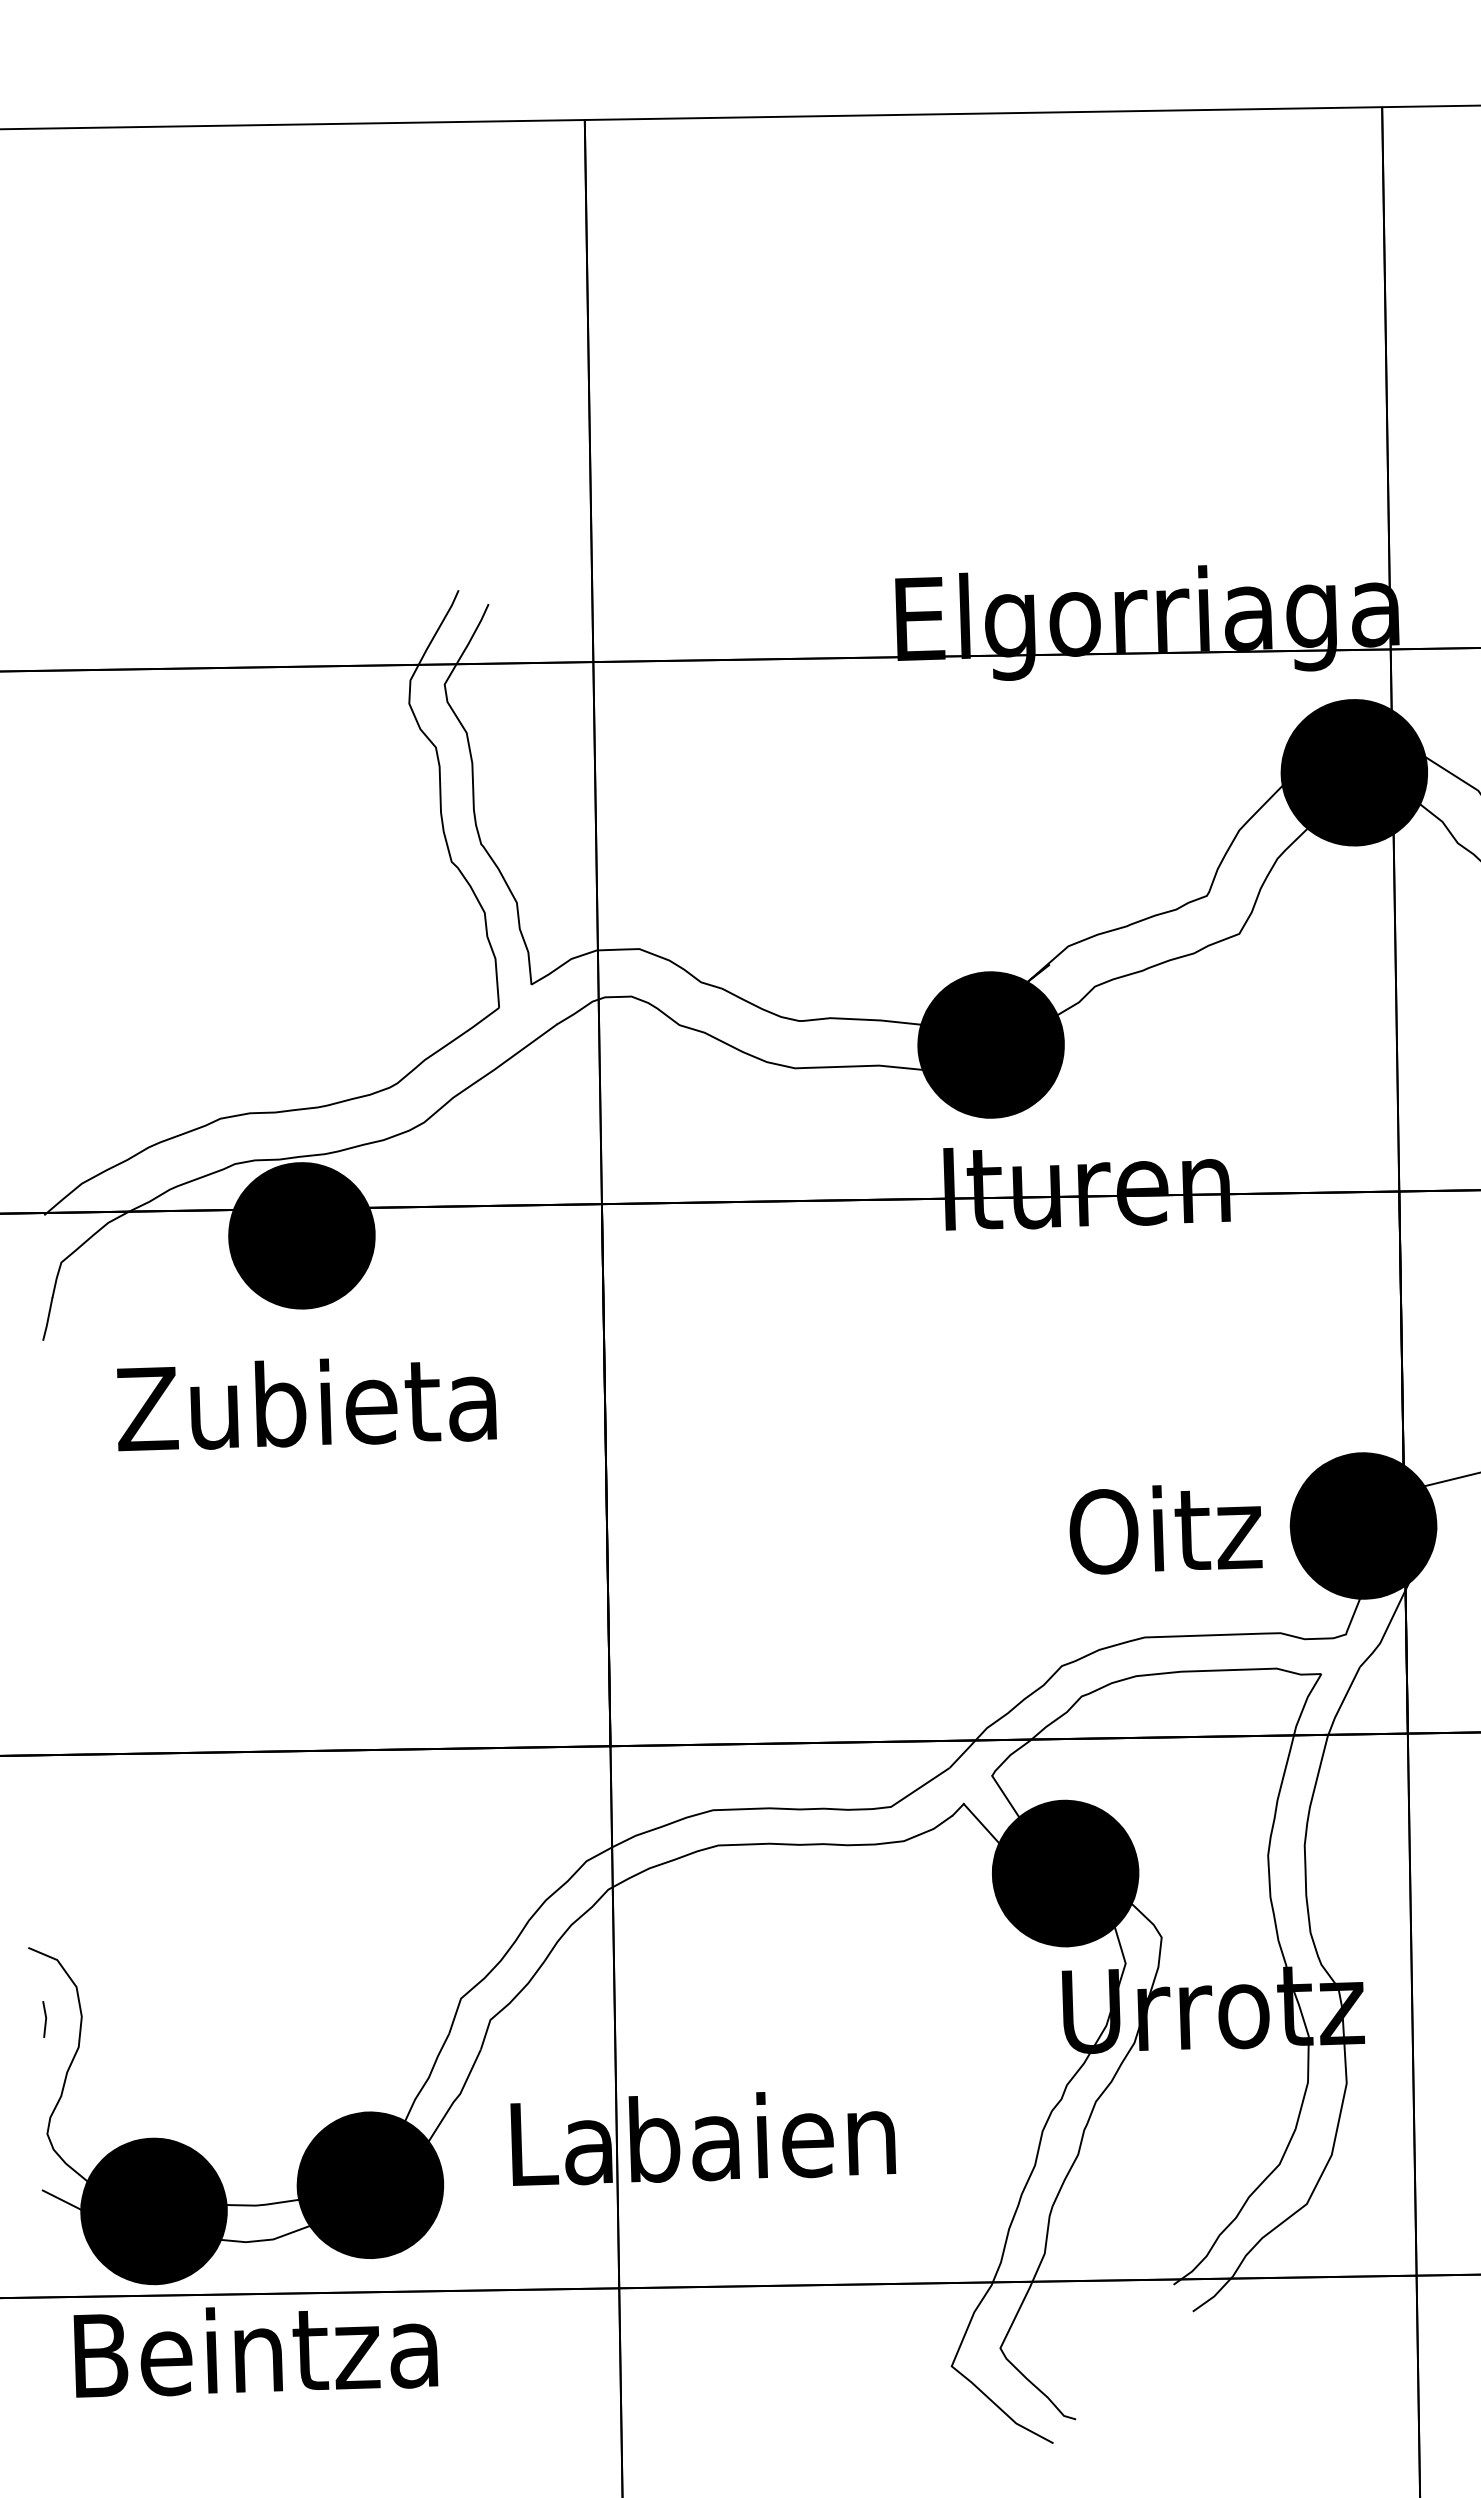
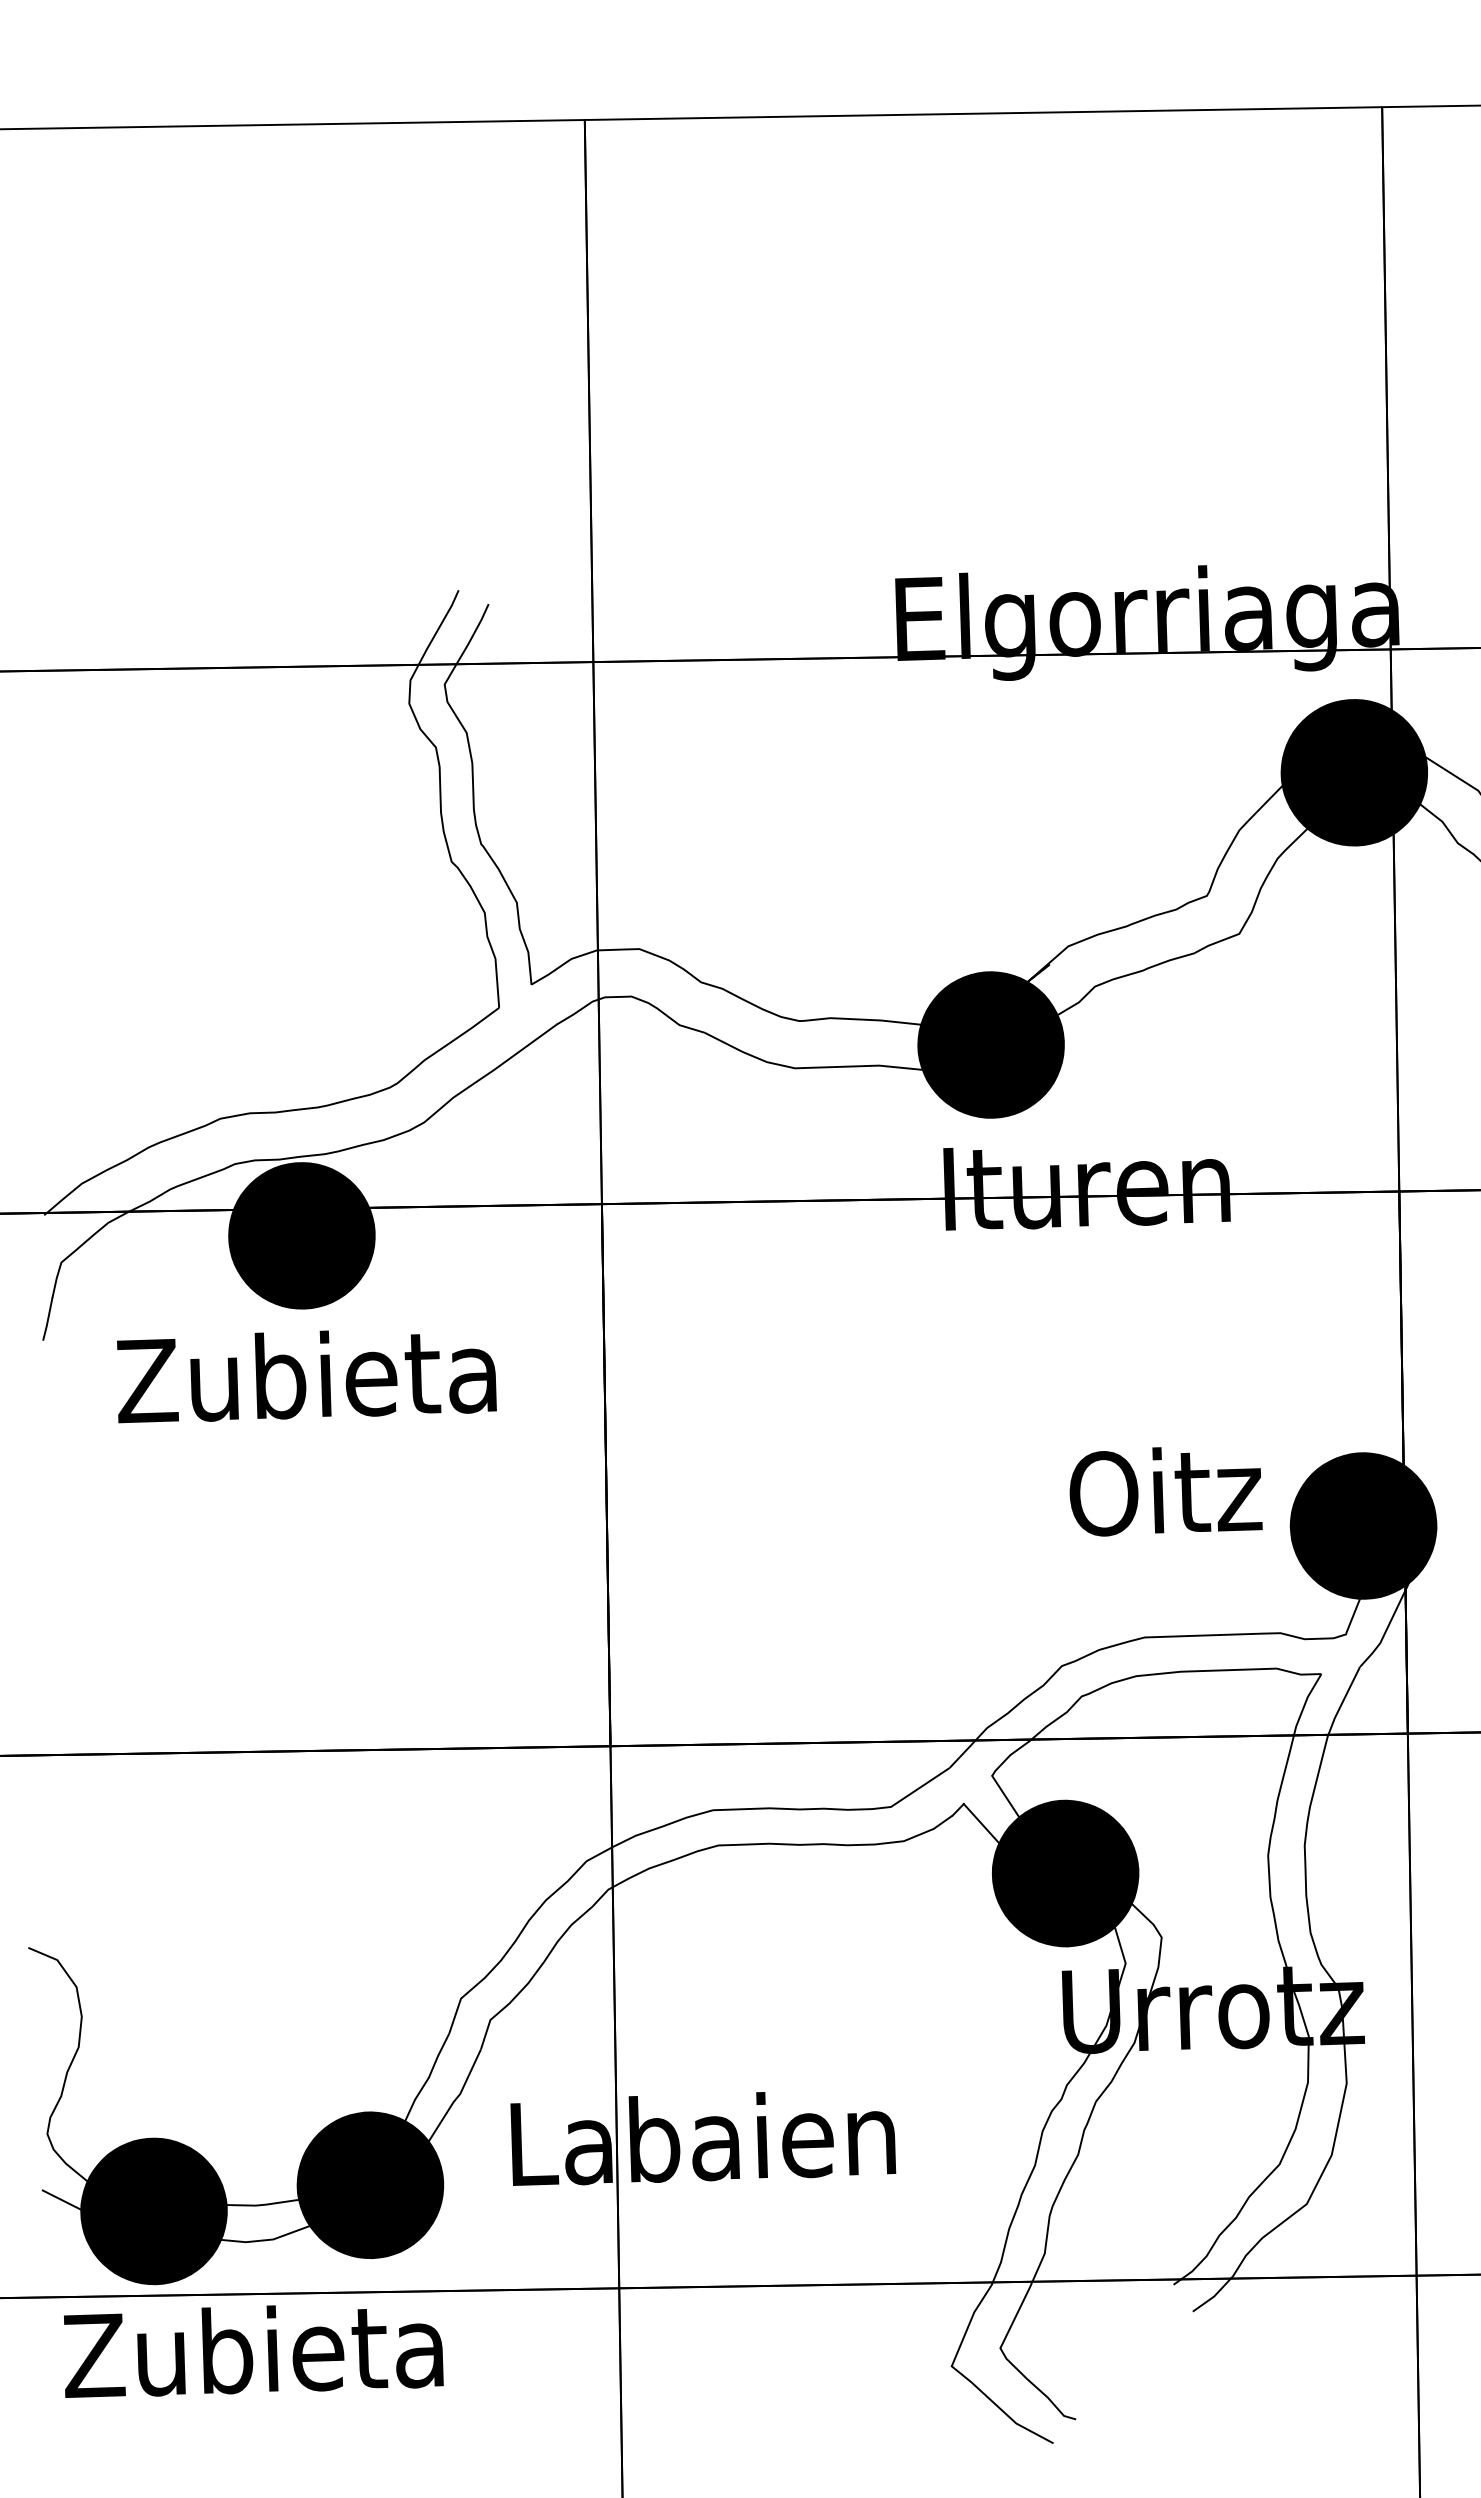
text at (306, 1404) position: (306, 1404) -> (306, 1376)
line at (1450, 1479): present -> none
text at (1165, 1529) position: (1165, 1529) -> (1165, 1491)
line at (45, 2019): present -> none
text at (253, 2351): Beintza -> Zubieta
